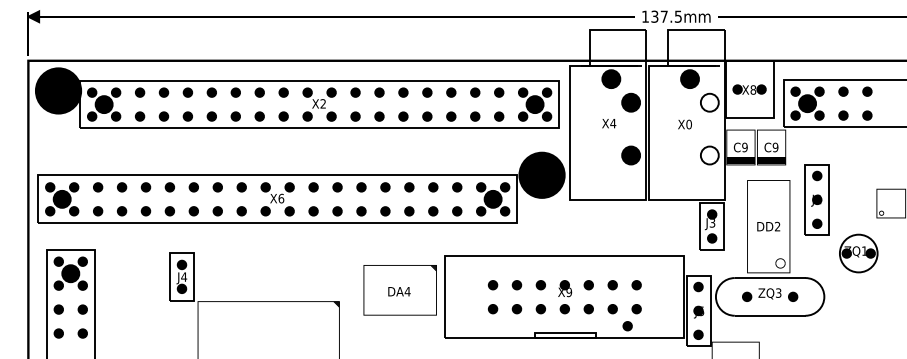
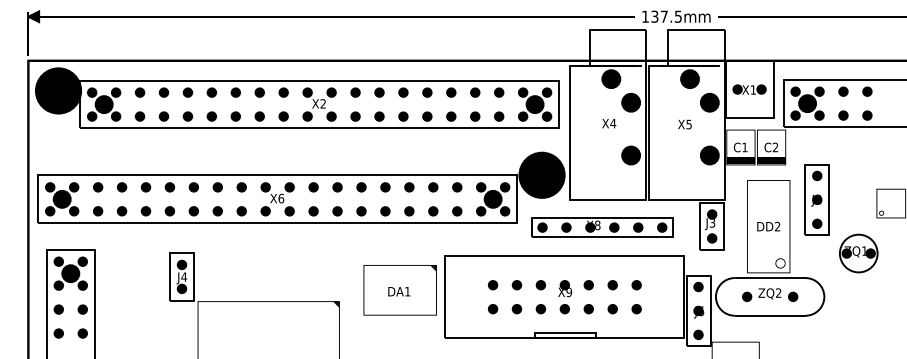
text at (753, 89): X8 -> X1
fill at (709, 102): none -> present
text at (688, 124): X0 -> X5
text at (744, 147): C9 -> C1
text at (775, 147): C9 -> C2
fill at (709, 155): none -> present
part at (602, 227): none -> present
text at (407, 291): DA4 -> DA1
text at (778, 293): ZQ3 -> ZQ2
part at (627, 326): present -> none
